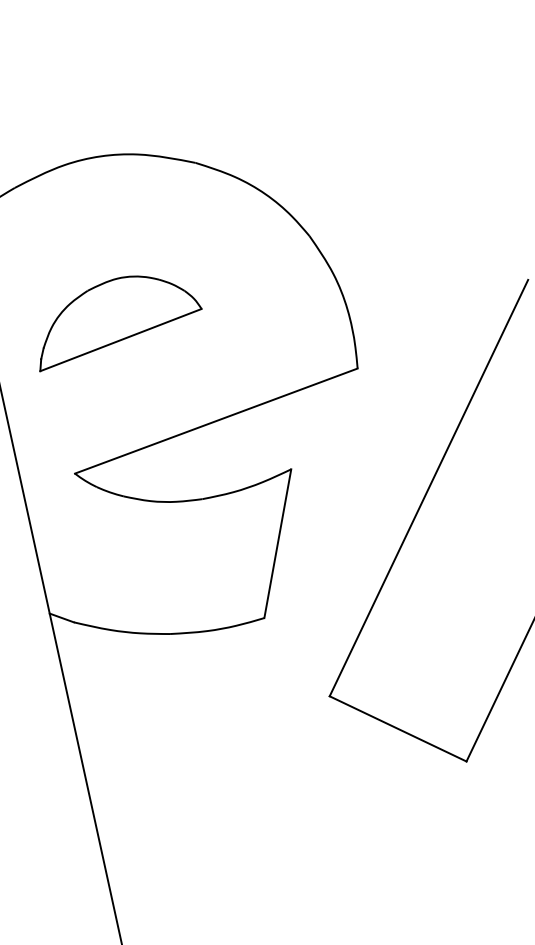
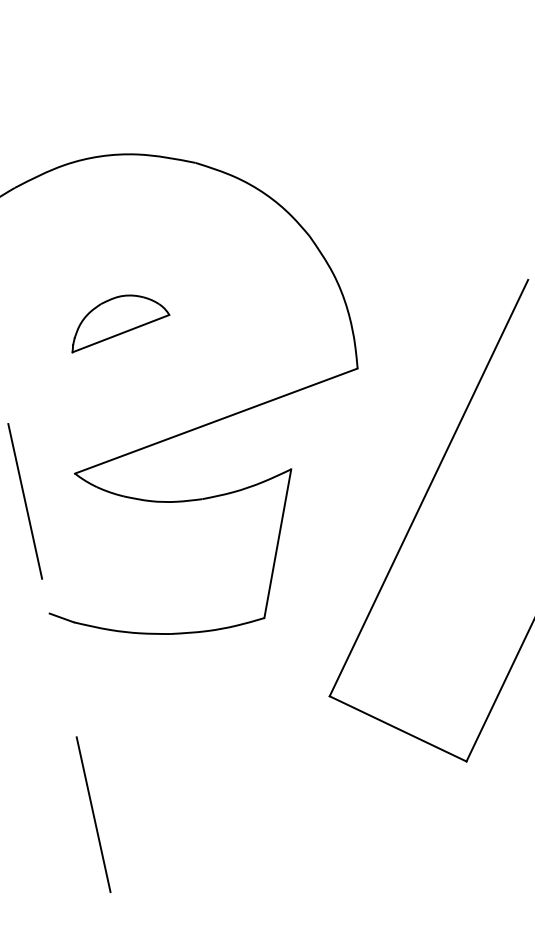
part at (120, 323) size: 164x98 px -> 100x60 px
line at (60, 664): solid -> dashed
